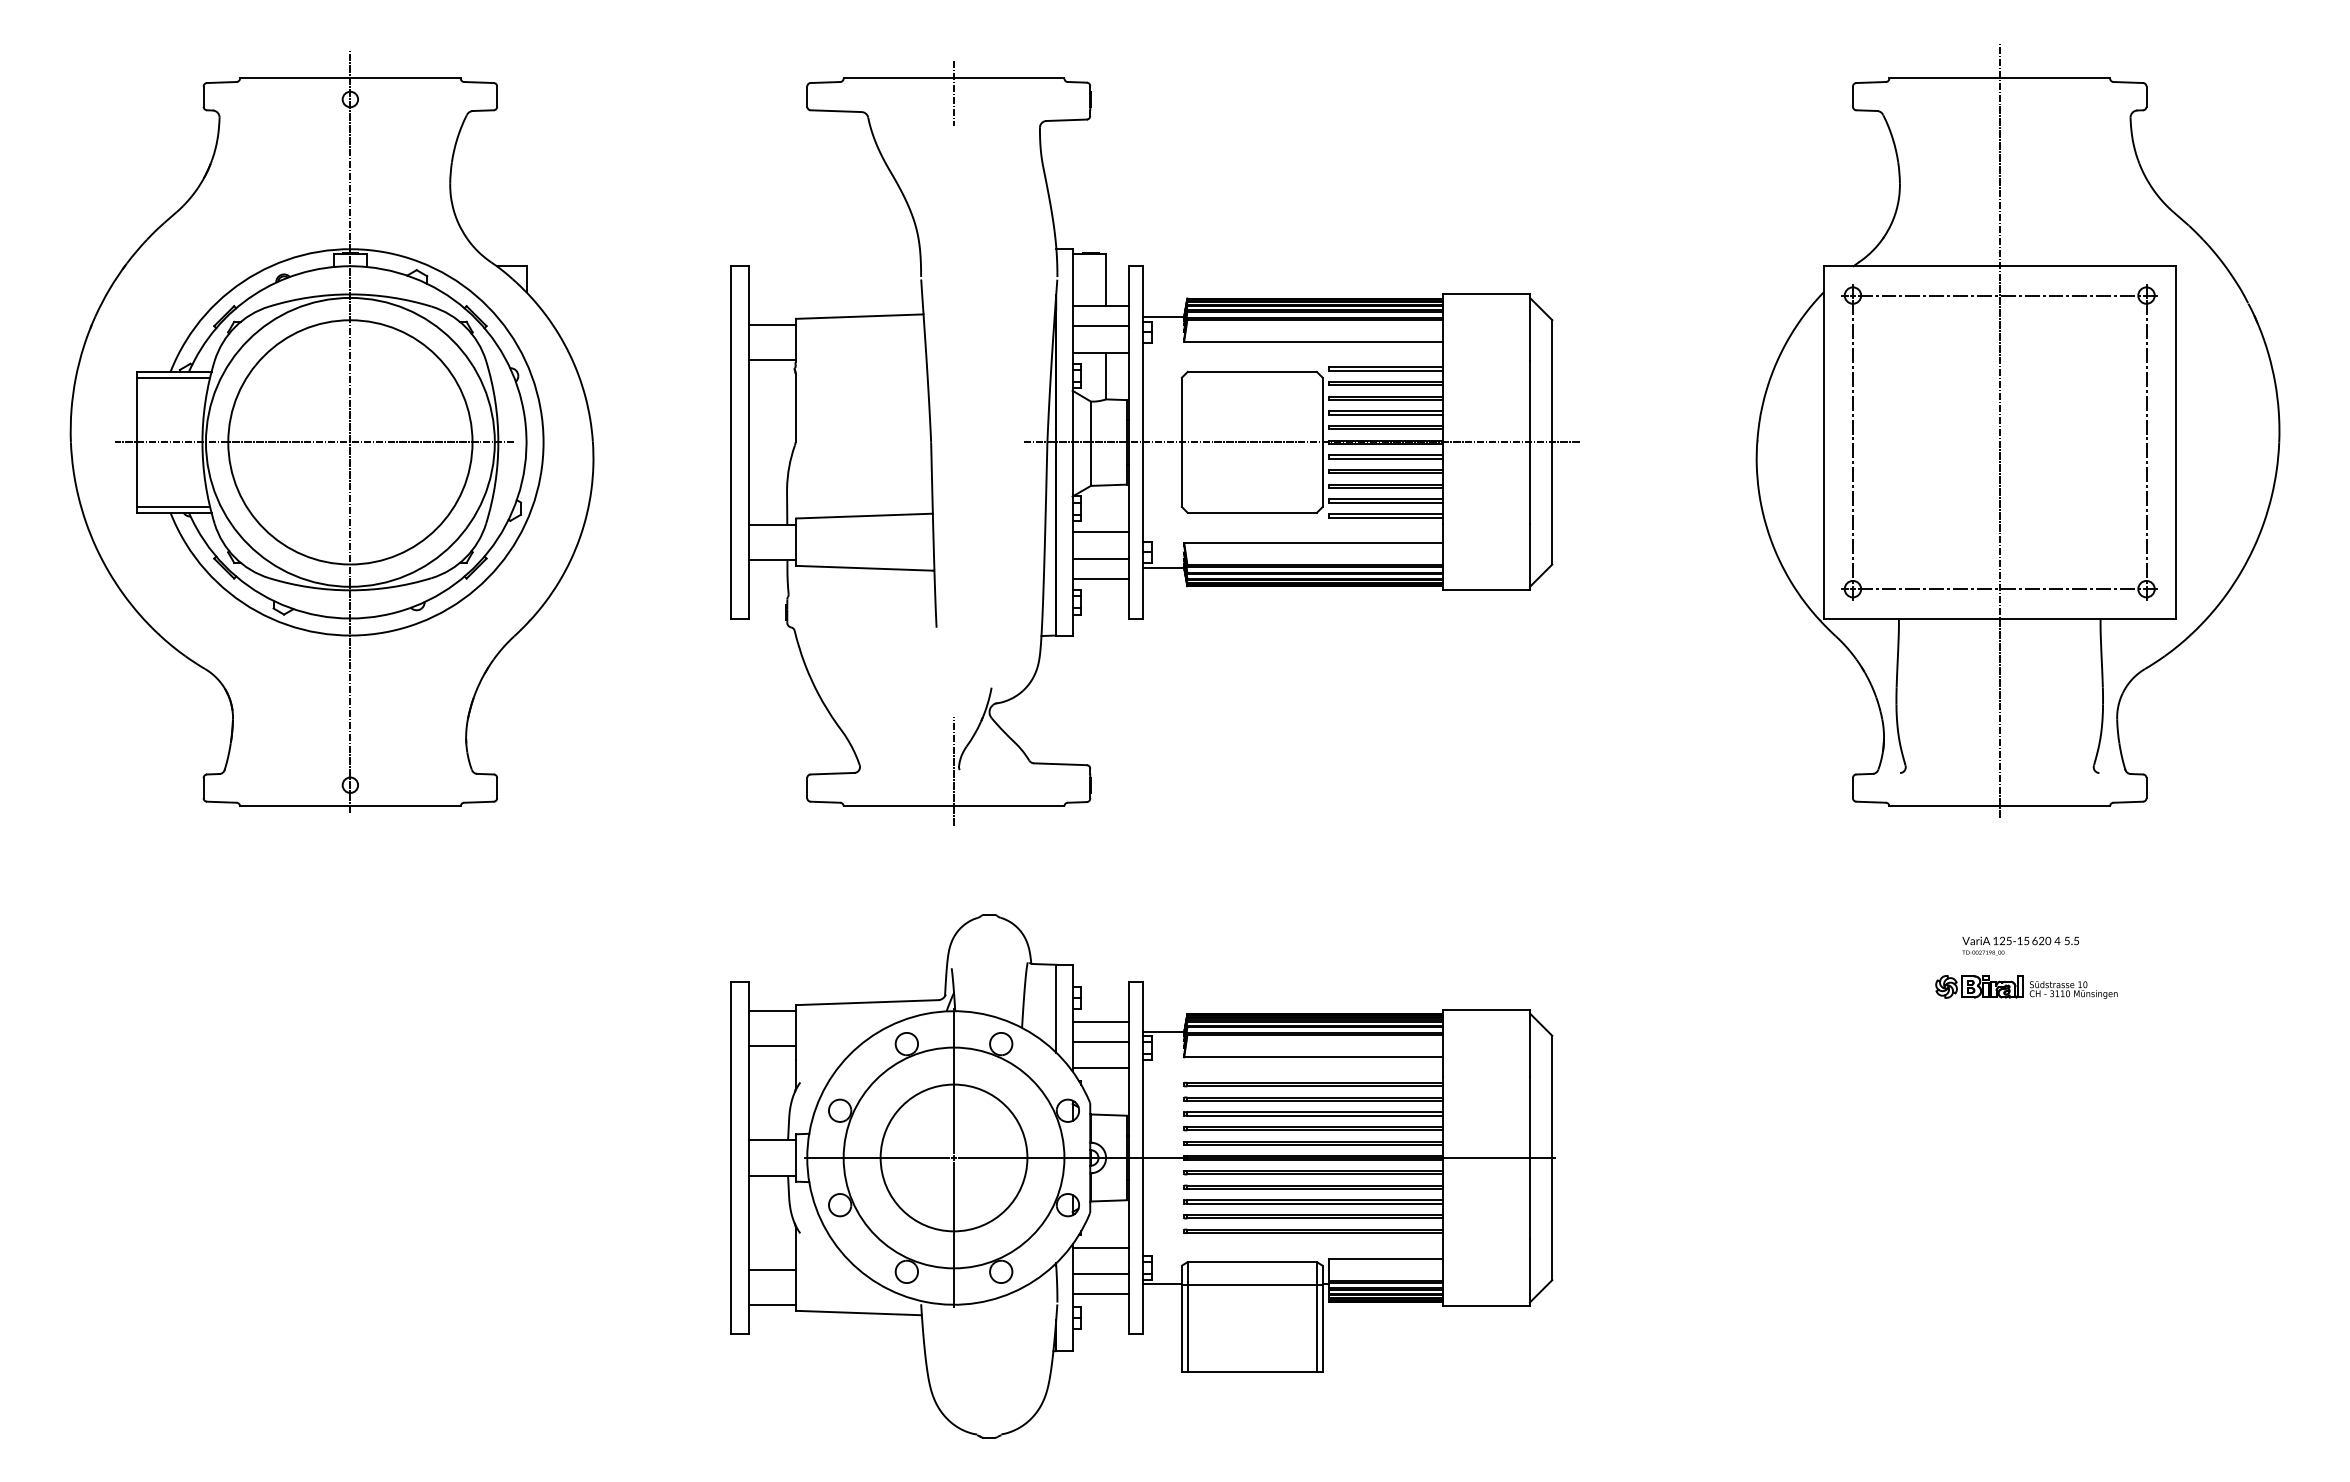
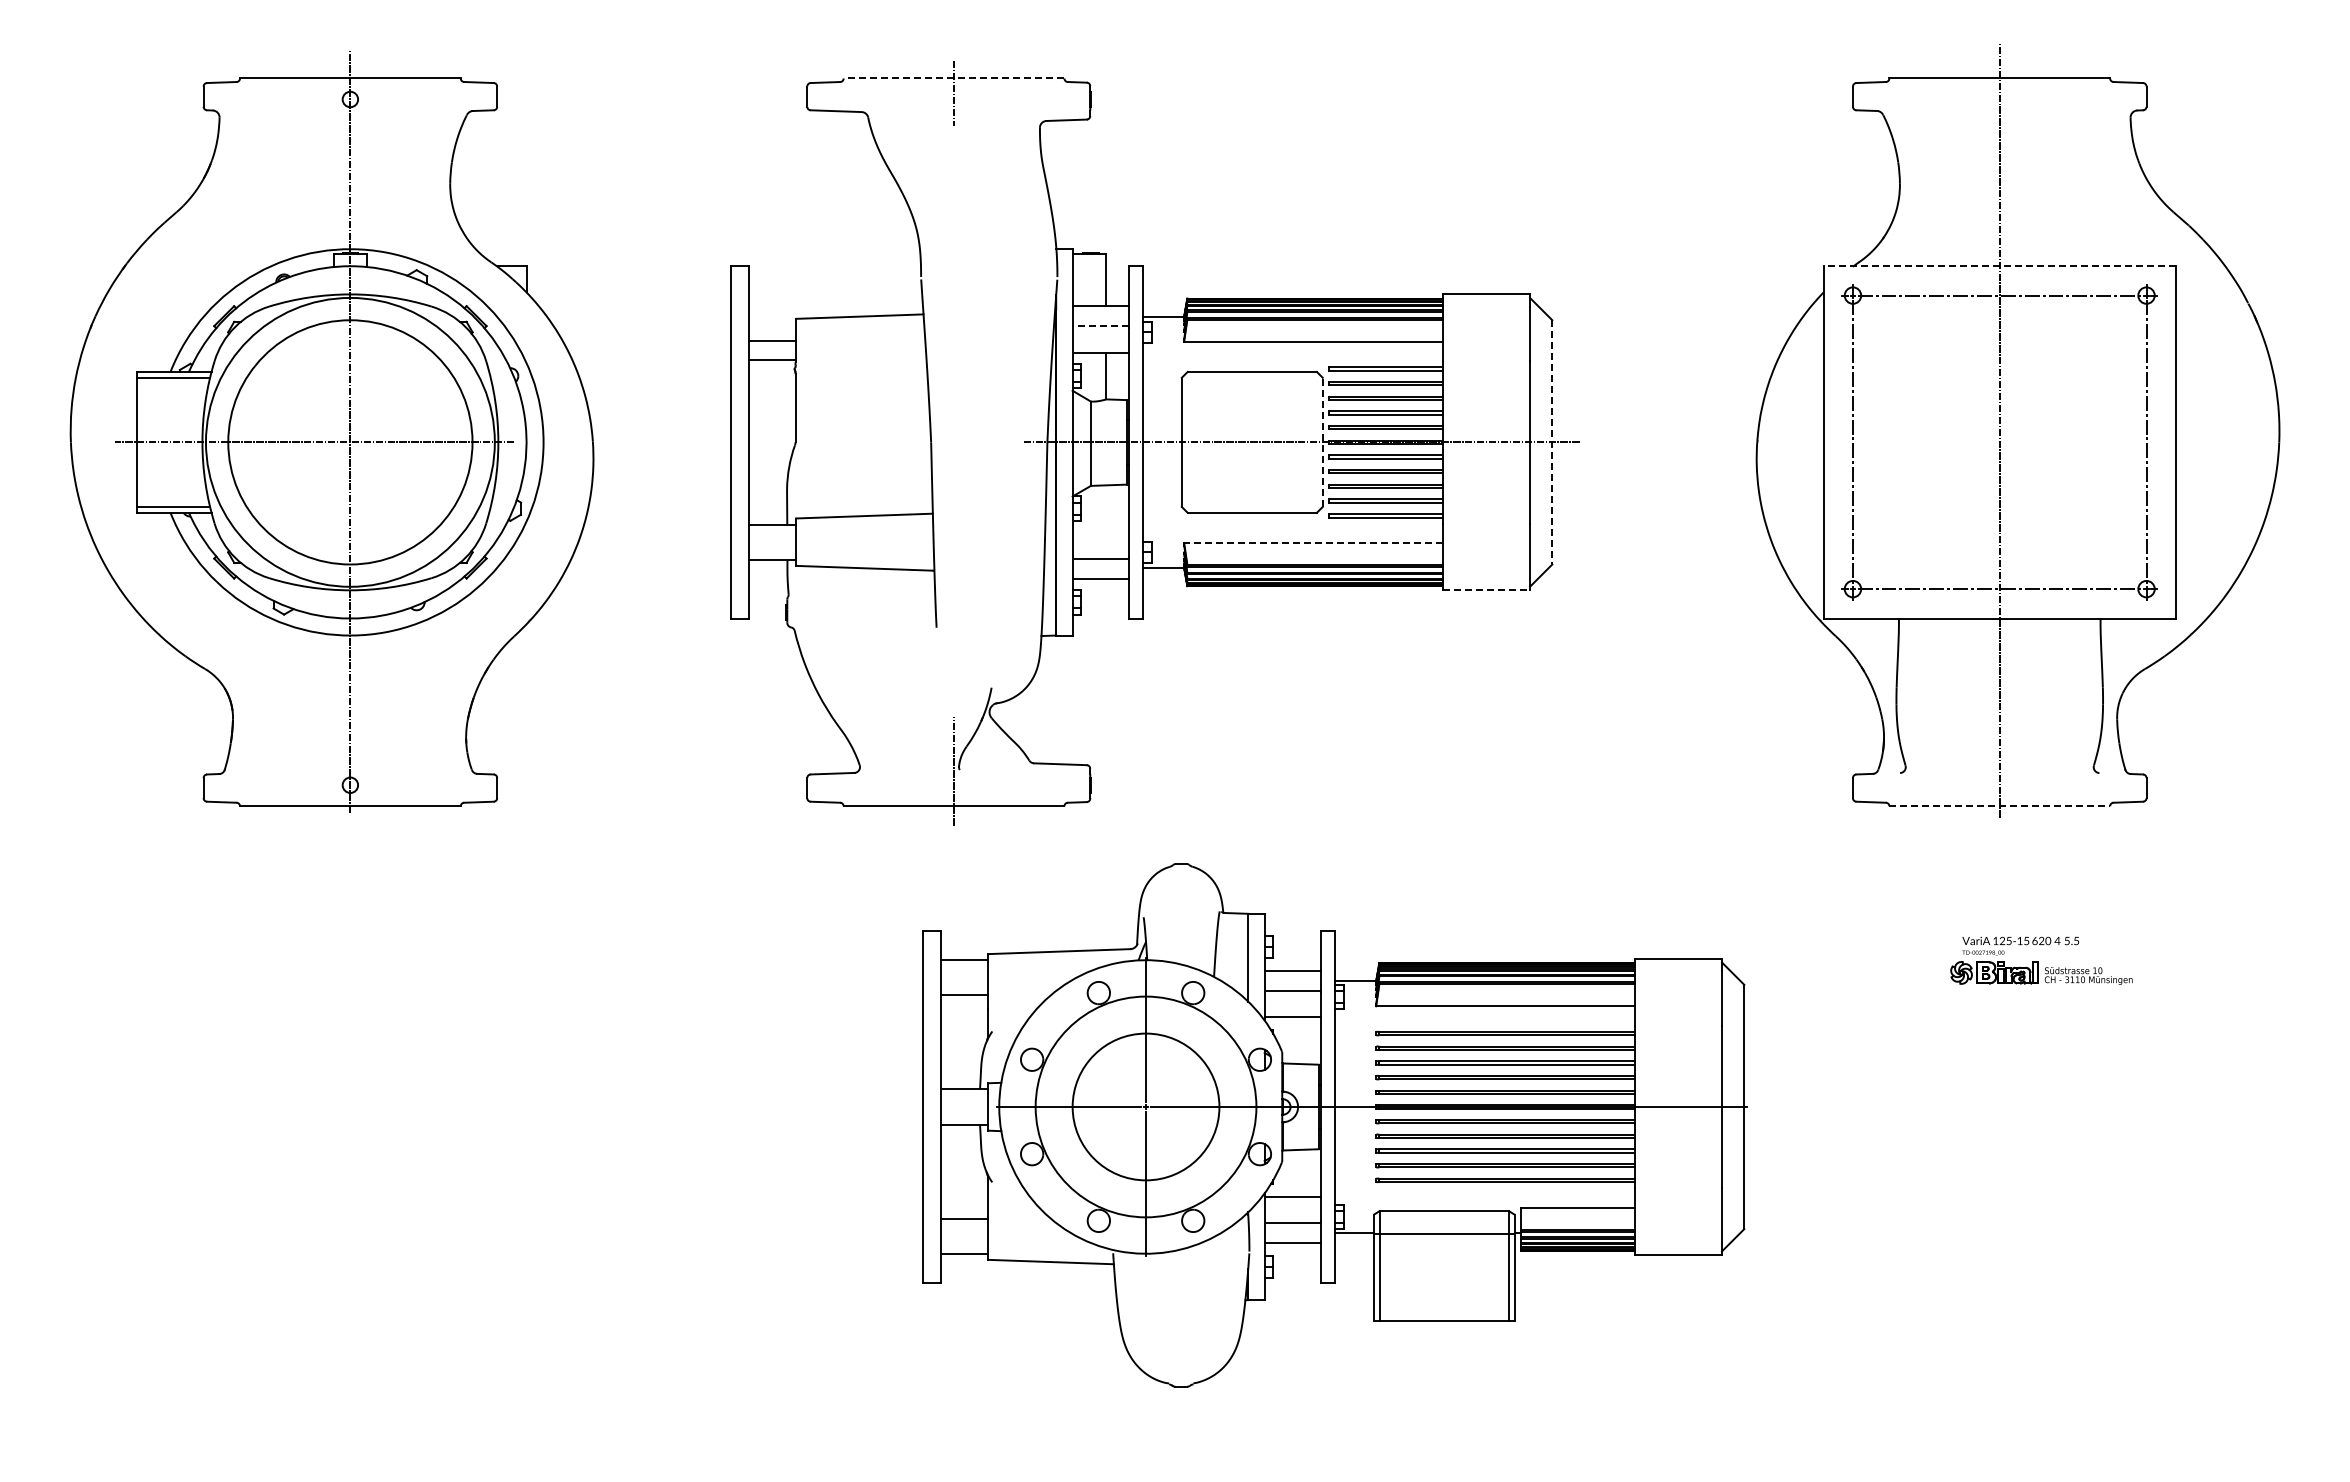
line at (953, 78): solid -> dashed
line at (1999, 266): solid -> dashed
line at (771, 324) position: (771, 324) -> (771, 340)
line at (1100, 326): solid -> dashed
line at (1322, 442): solid -> dashed
line at (1552, 442): solid -> dashed
line at (1100, 532): present -> none
line at (1313, 543): solid -> dashed
line at (1487, 590): solid -> dashed
line at (2000, 806): solid -> dashed
part at (2026, 986) position: (2026, 986) -> (2041, 972)
part at (1142, 1176) position: (1142, 1176) -> (1334, 1125)
